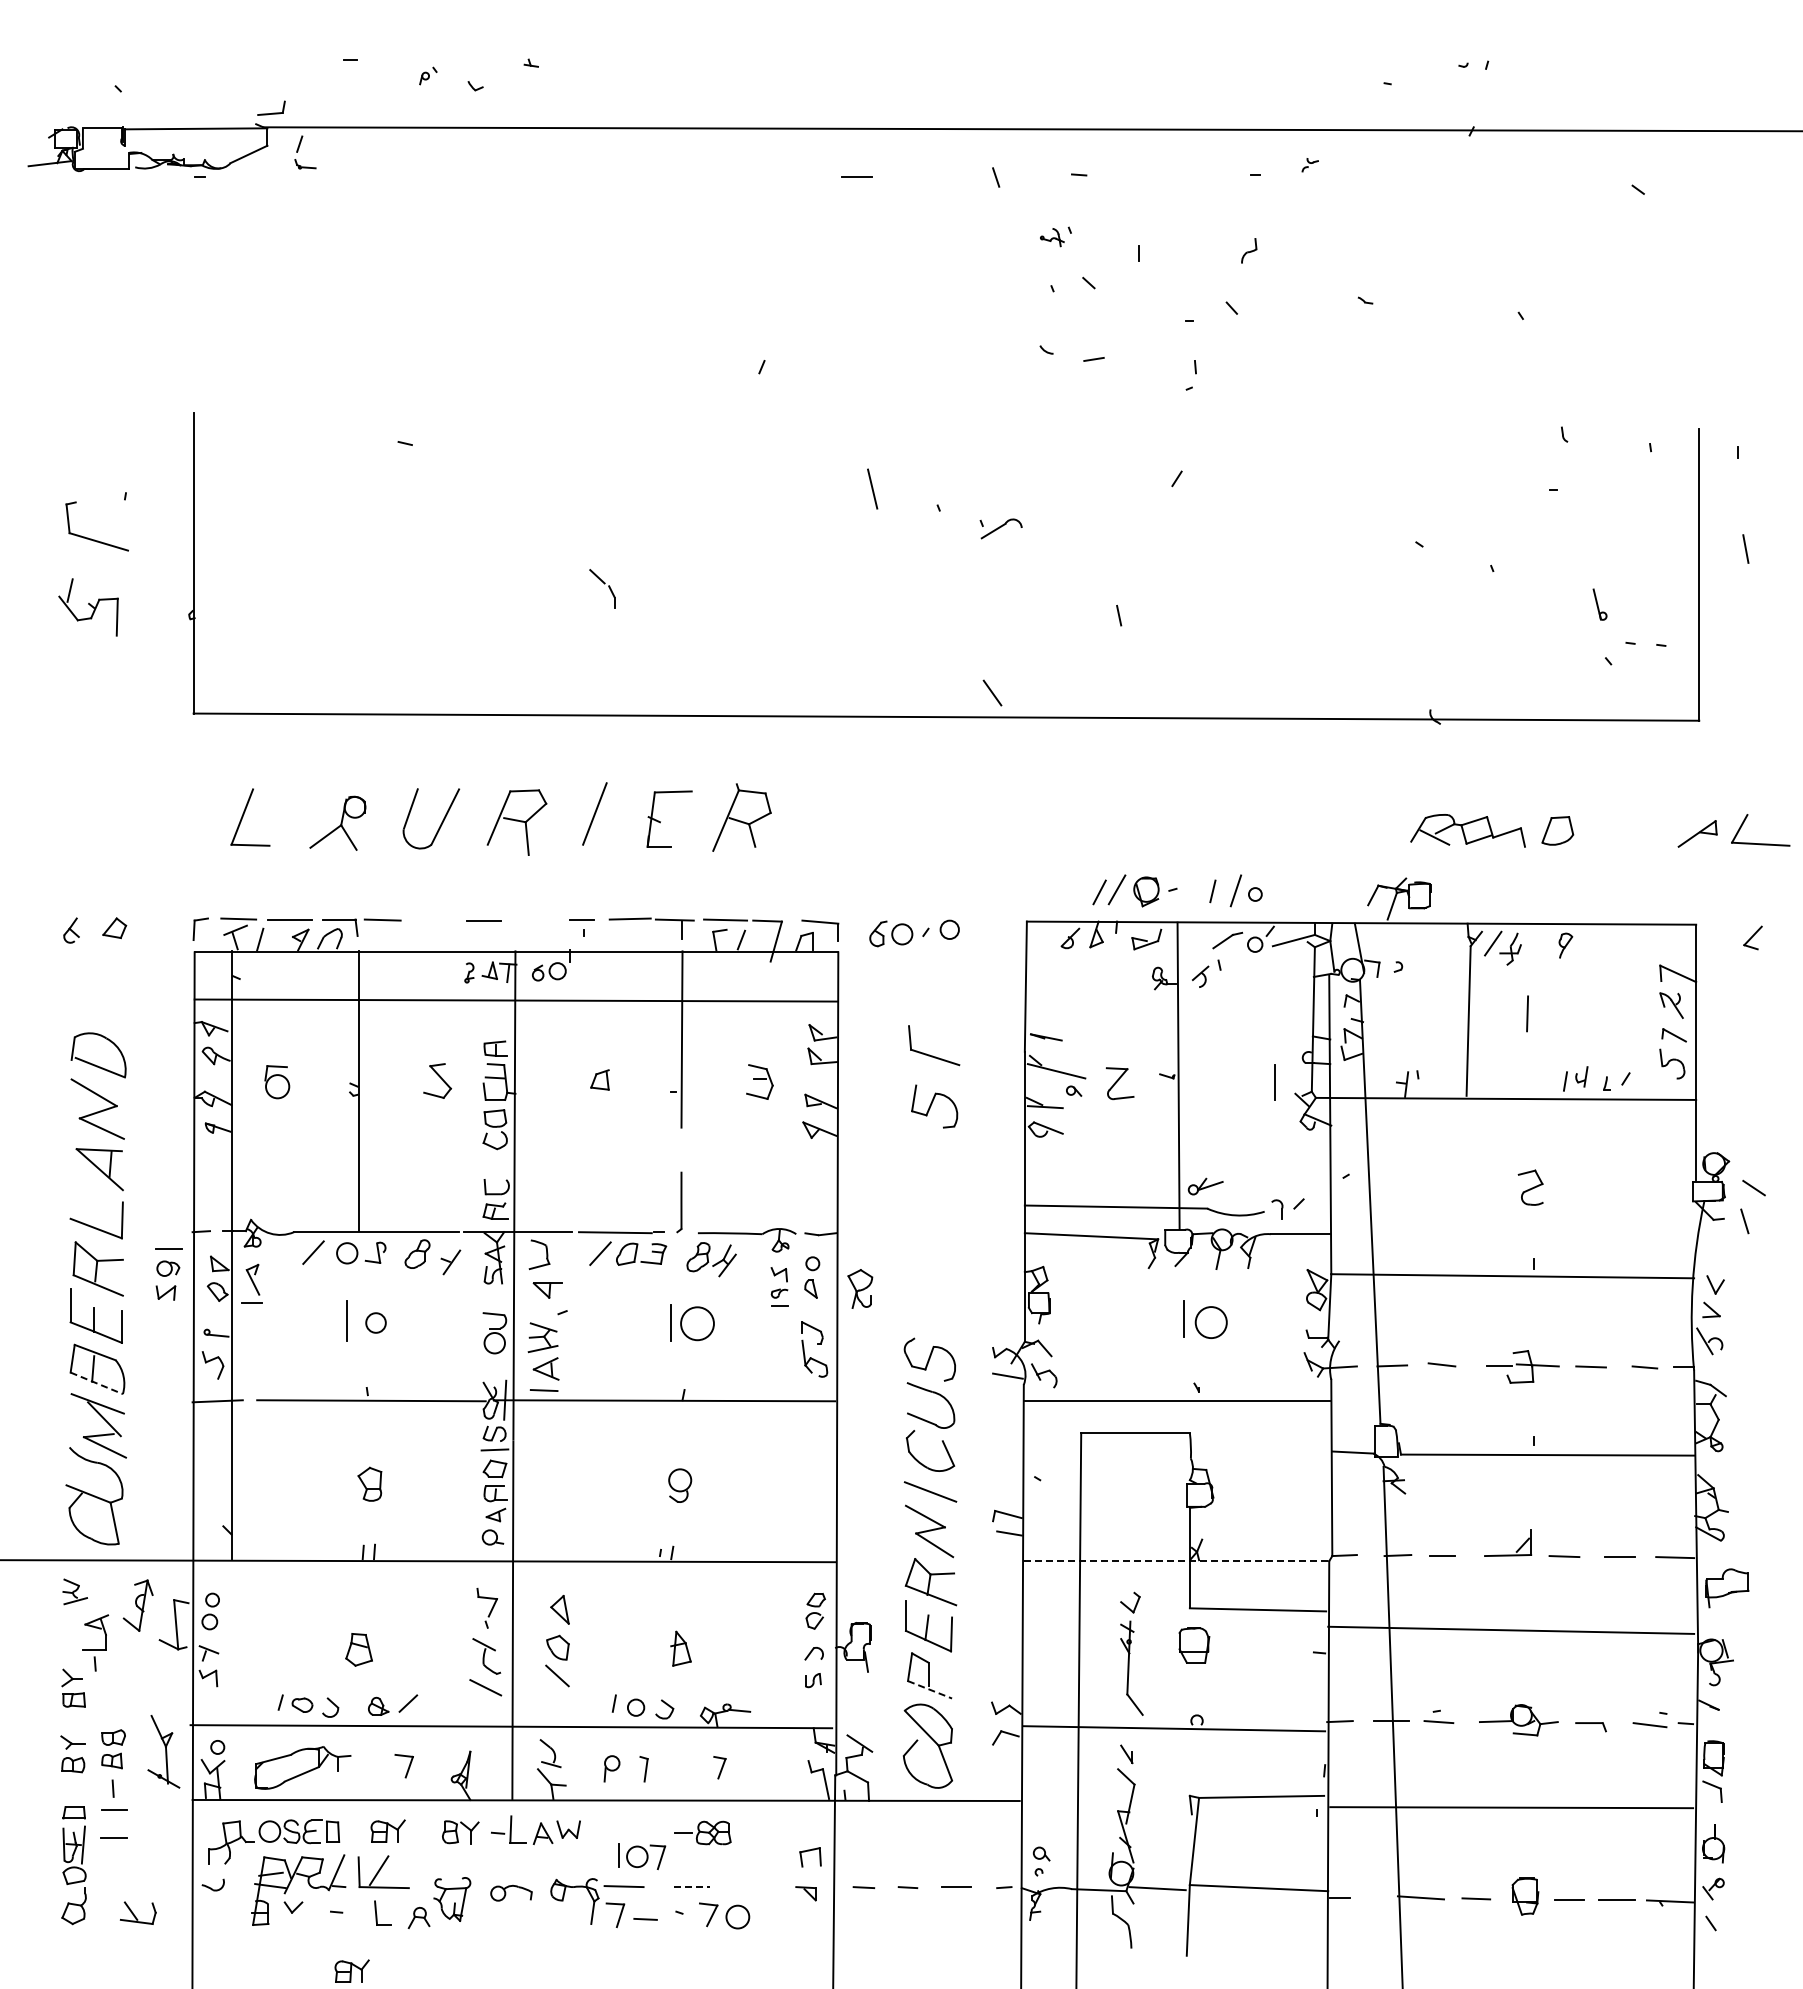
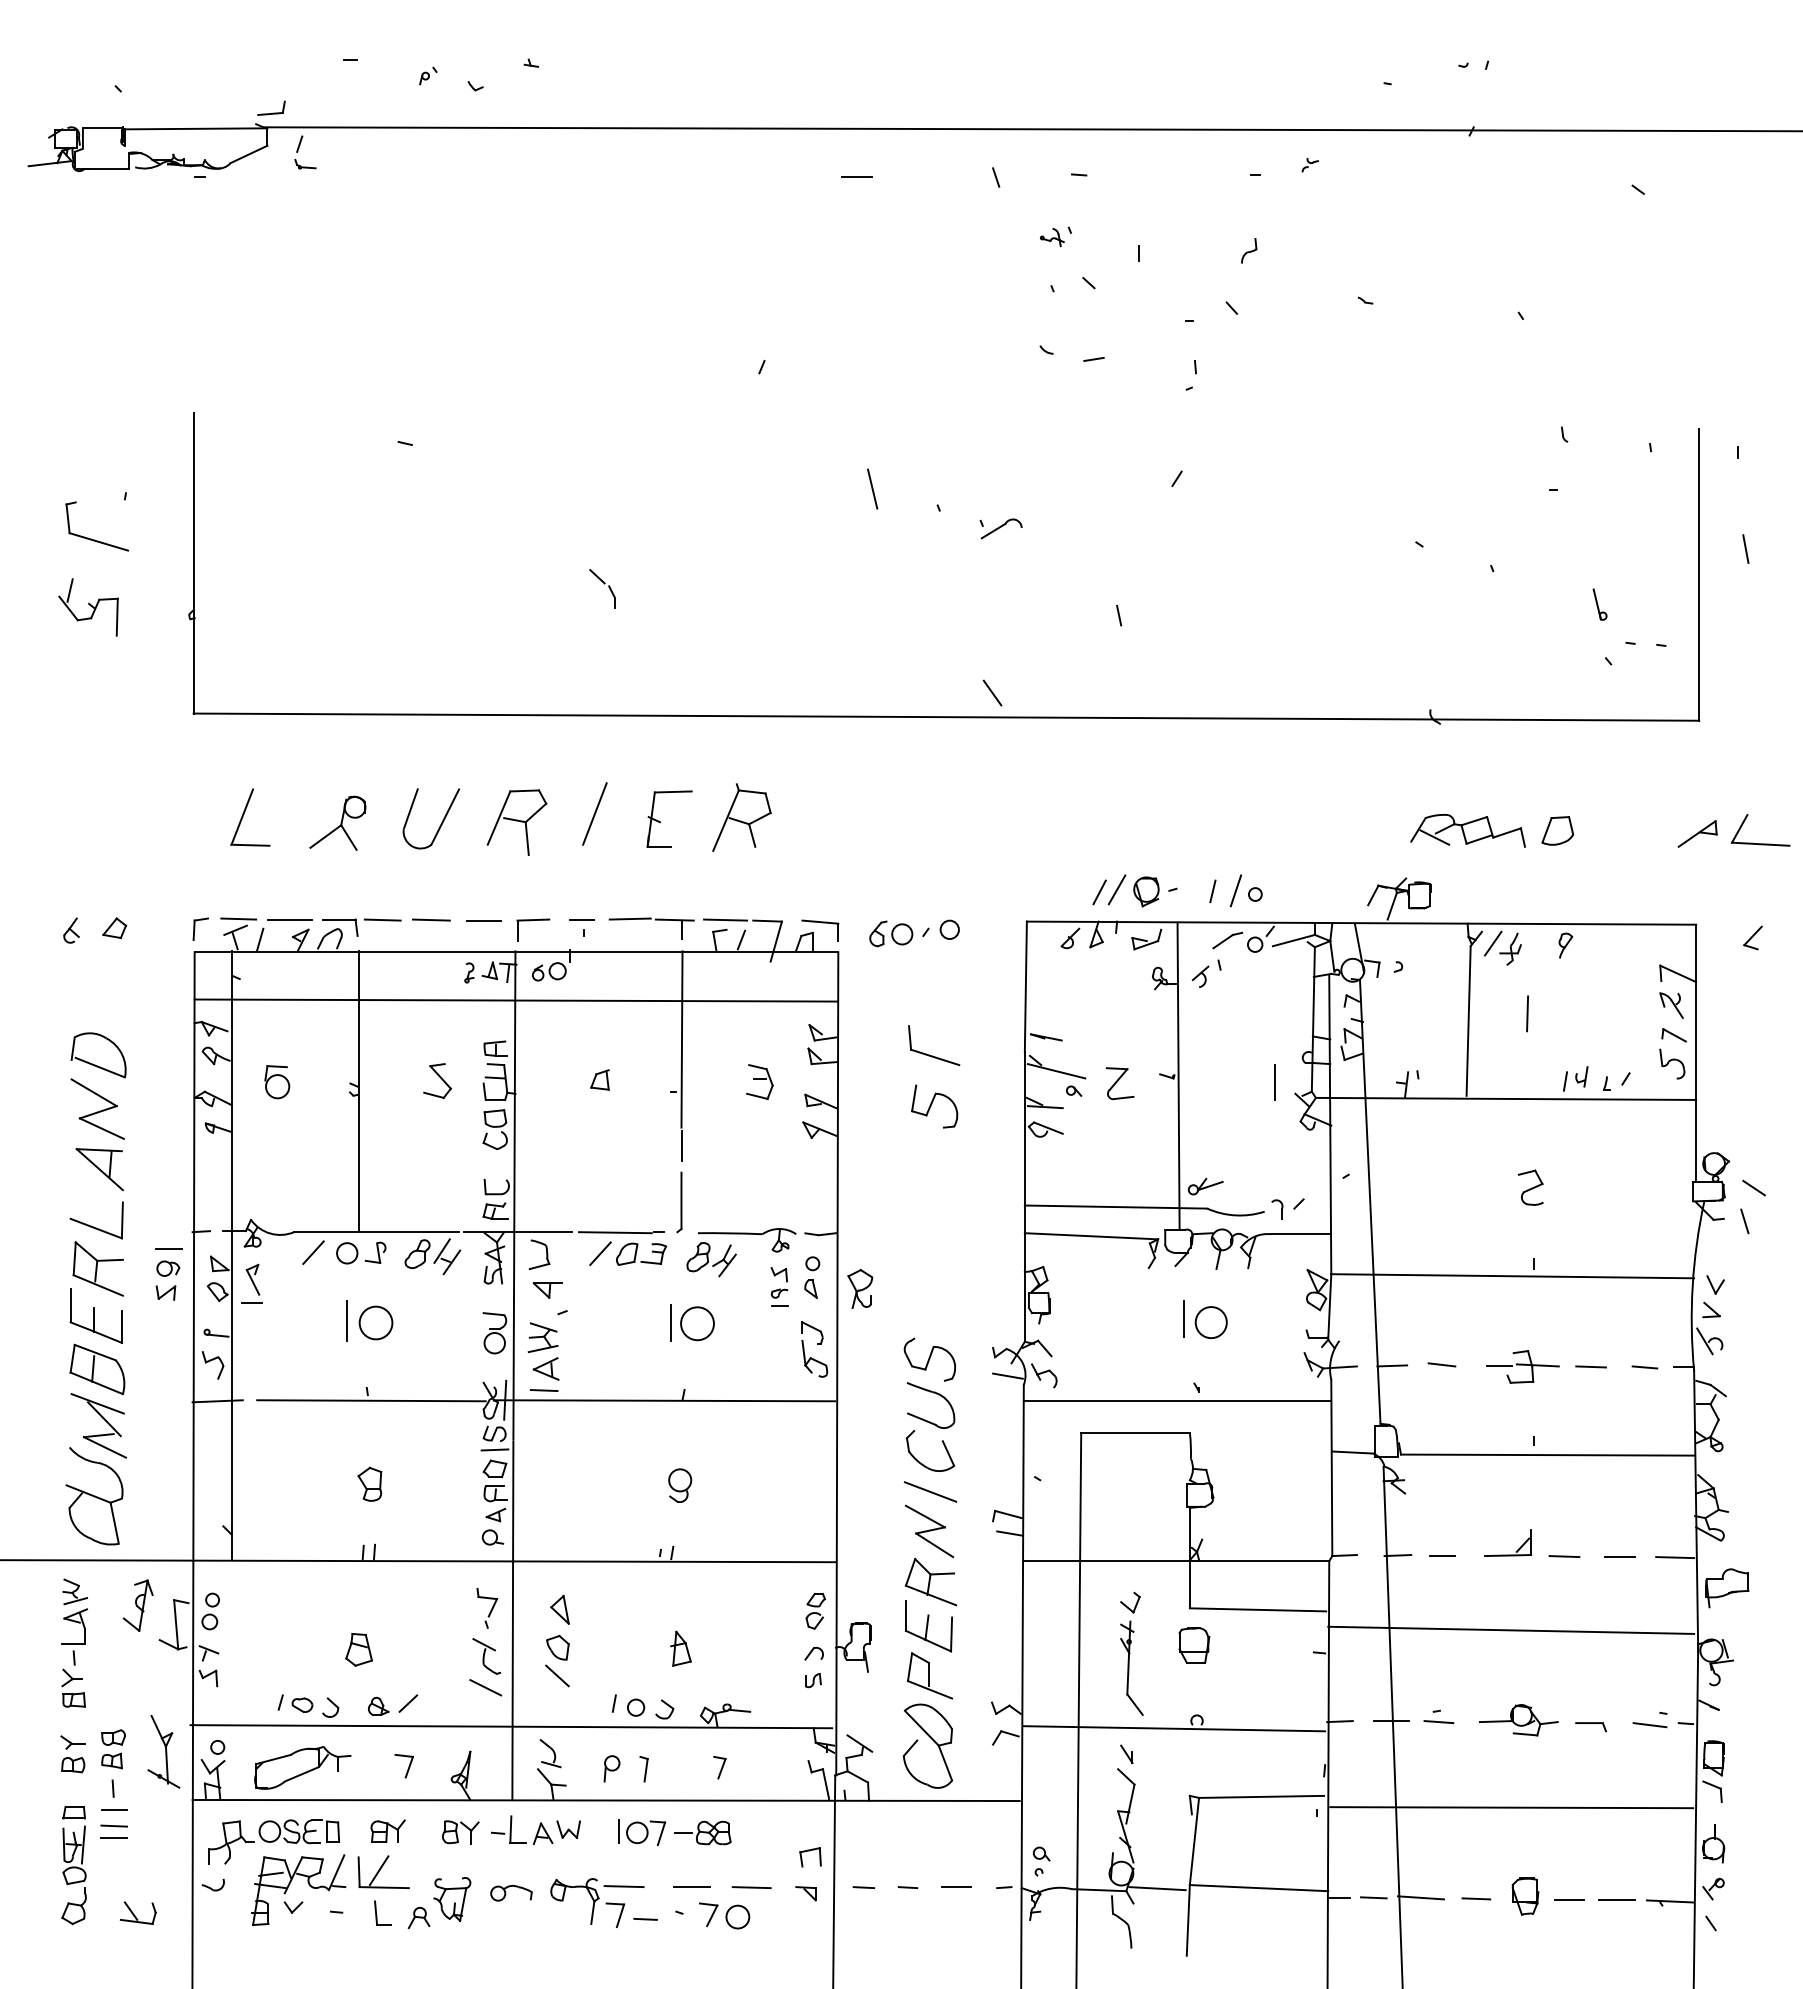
line at (430, 919): none -> present
part at (530, 921): none -> present
line at (681, 1145): none -> present
line at (441, 1250): none -> present
circle at (375, 1322) diameter: 20 px -> 33 px
line at (97, 1383): dashed -> solid
line at (1176, 1561): dashed -> solid
part at (95, 1649) position: (95, 1649) -> (74, 1643)
line at (930, 1689): dashed -> solid
line at (114, 1825): none -> present
part at (642, 1856) position: (642, 1856) -> (642, 1832)
line at (692, 1887): dashed -> solid
line at (751, 1887): none -> present
line at (1373, 1897): none -> present
part at (351, 1970): present -> none
